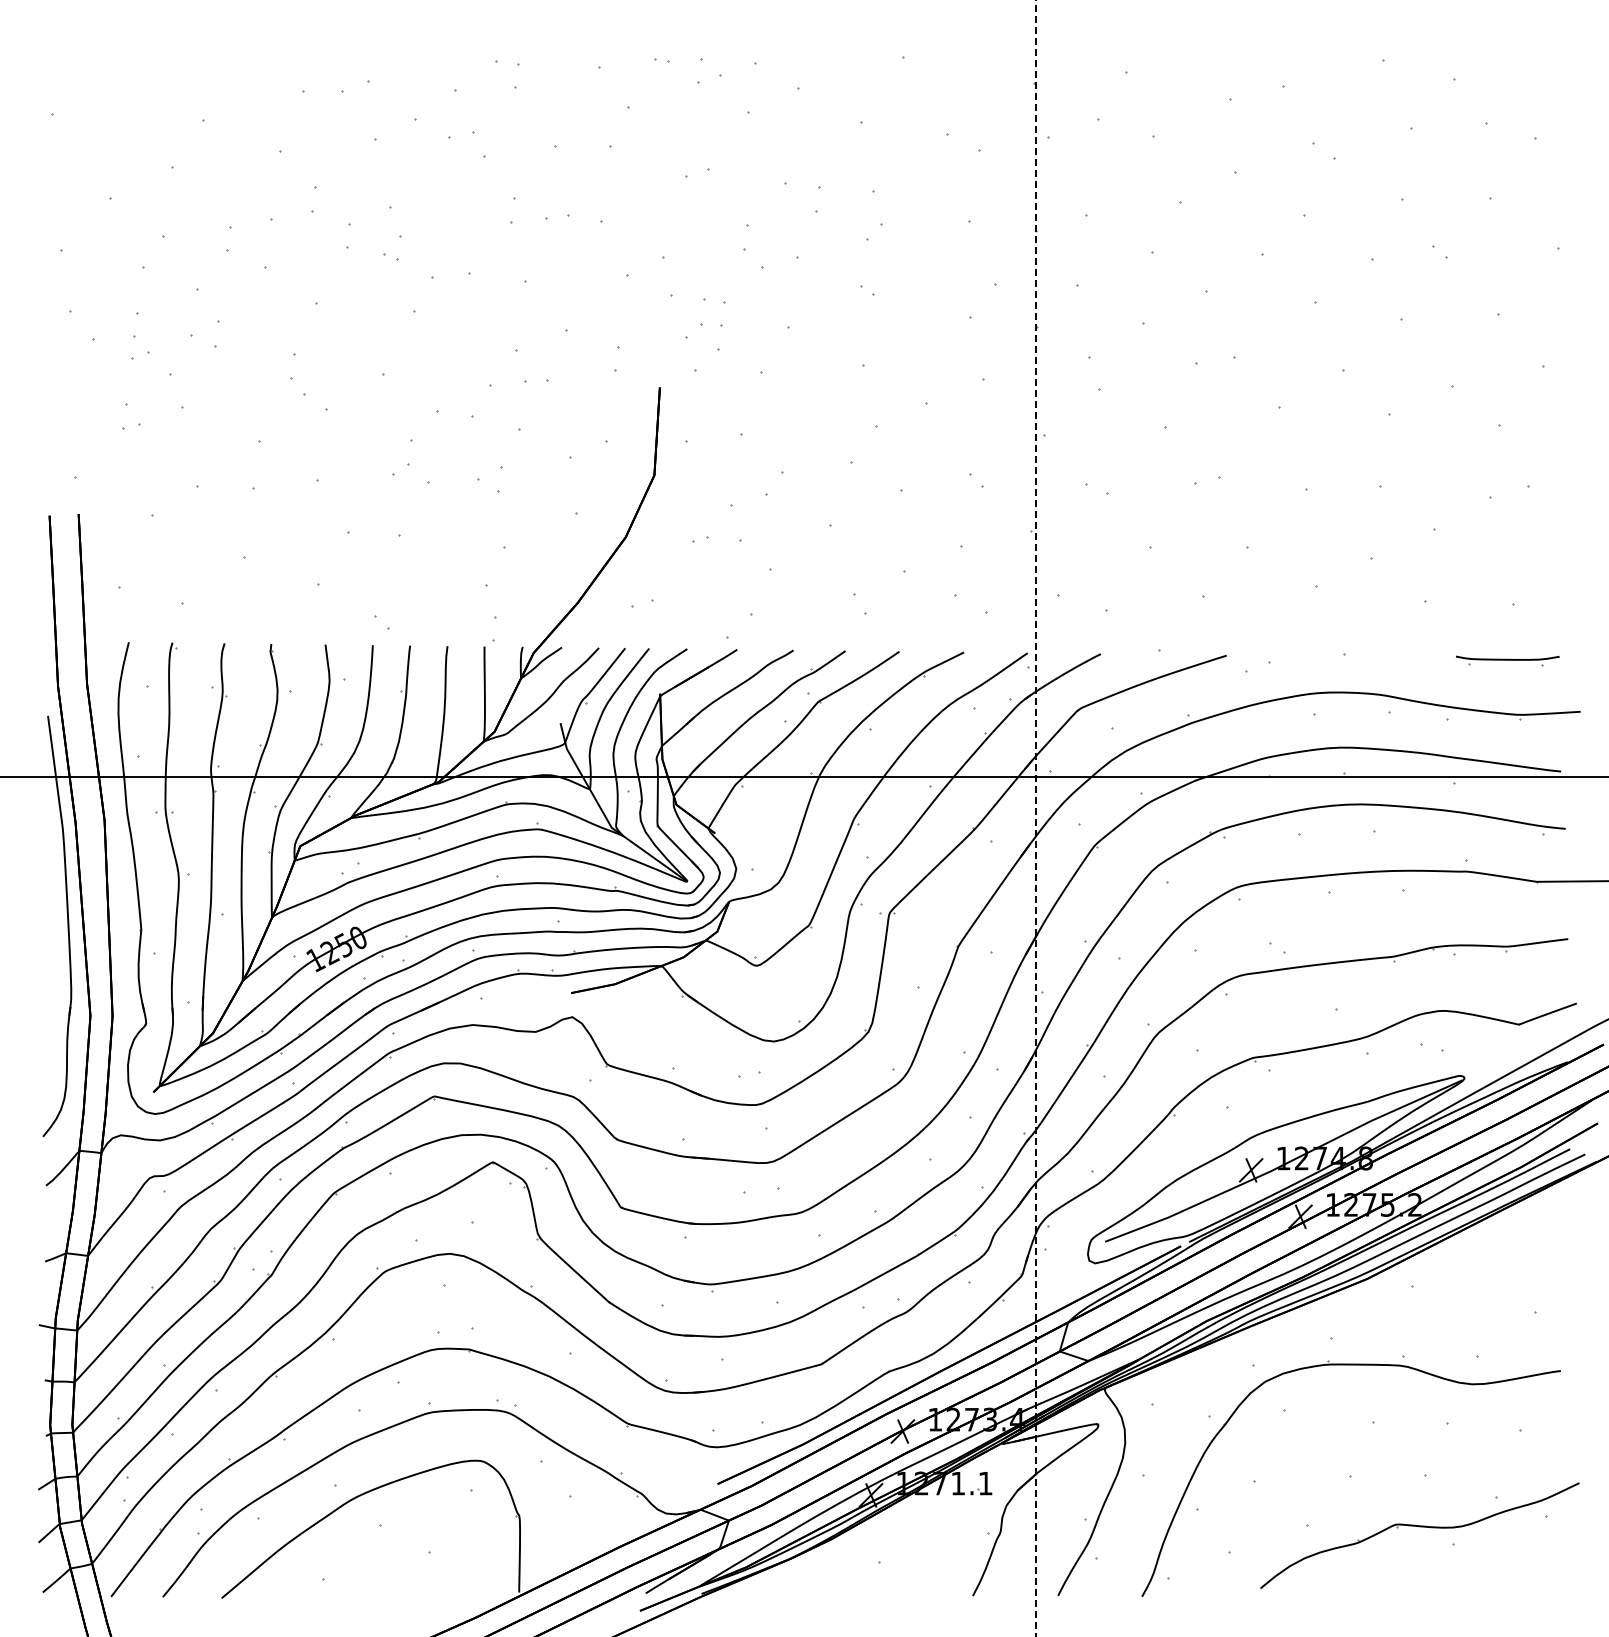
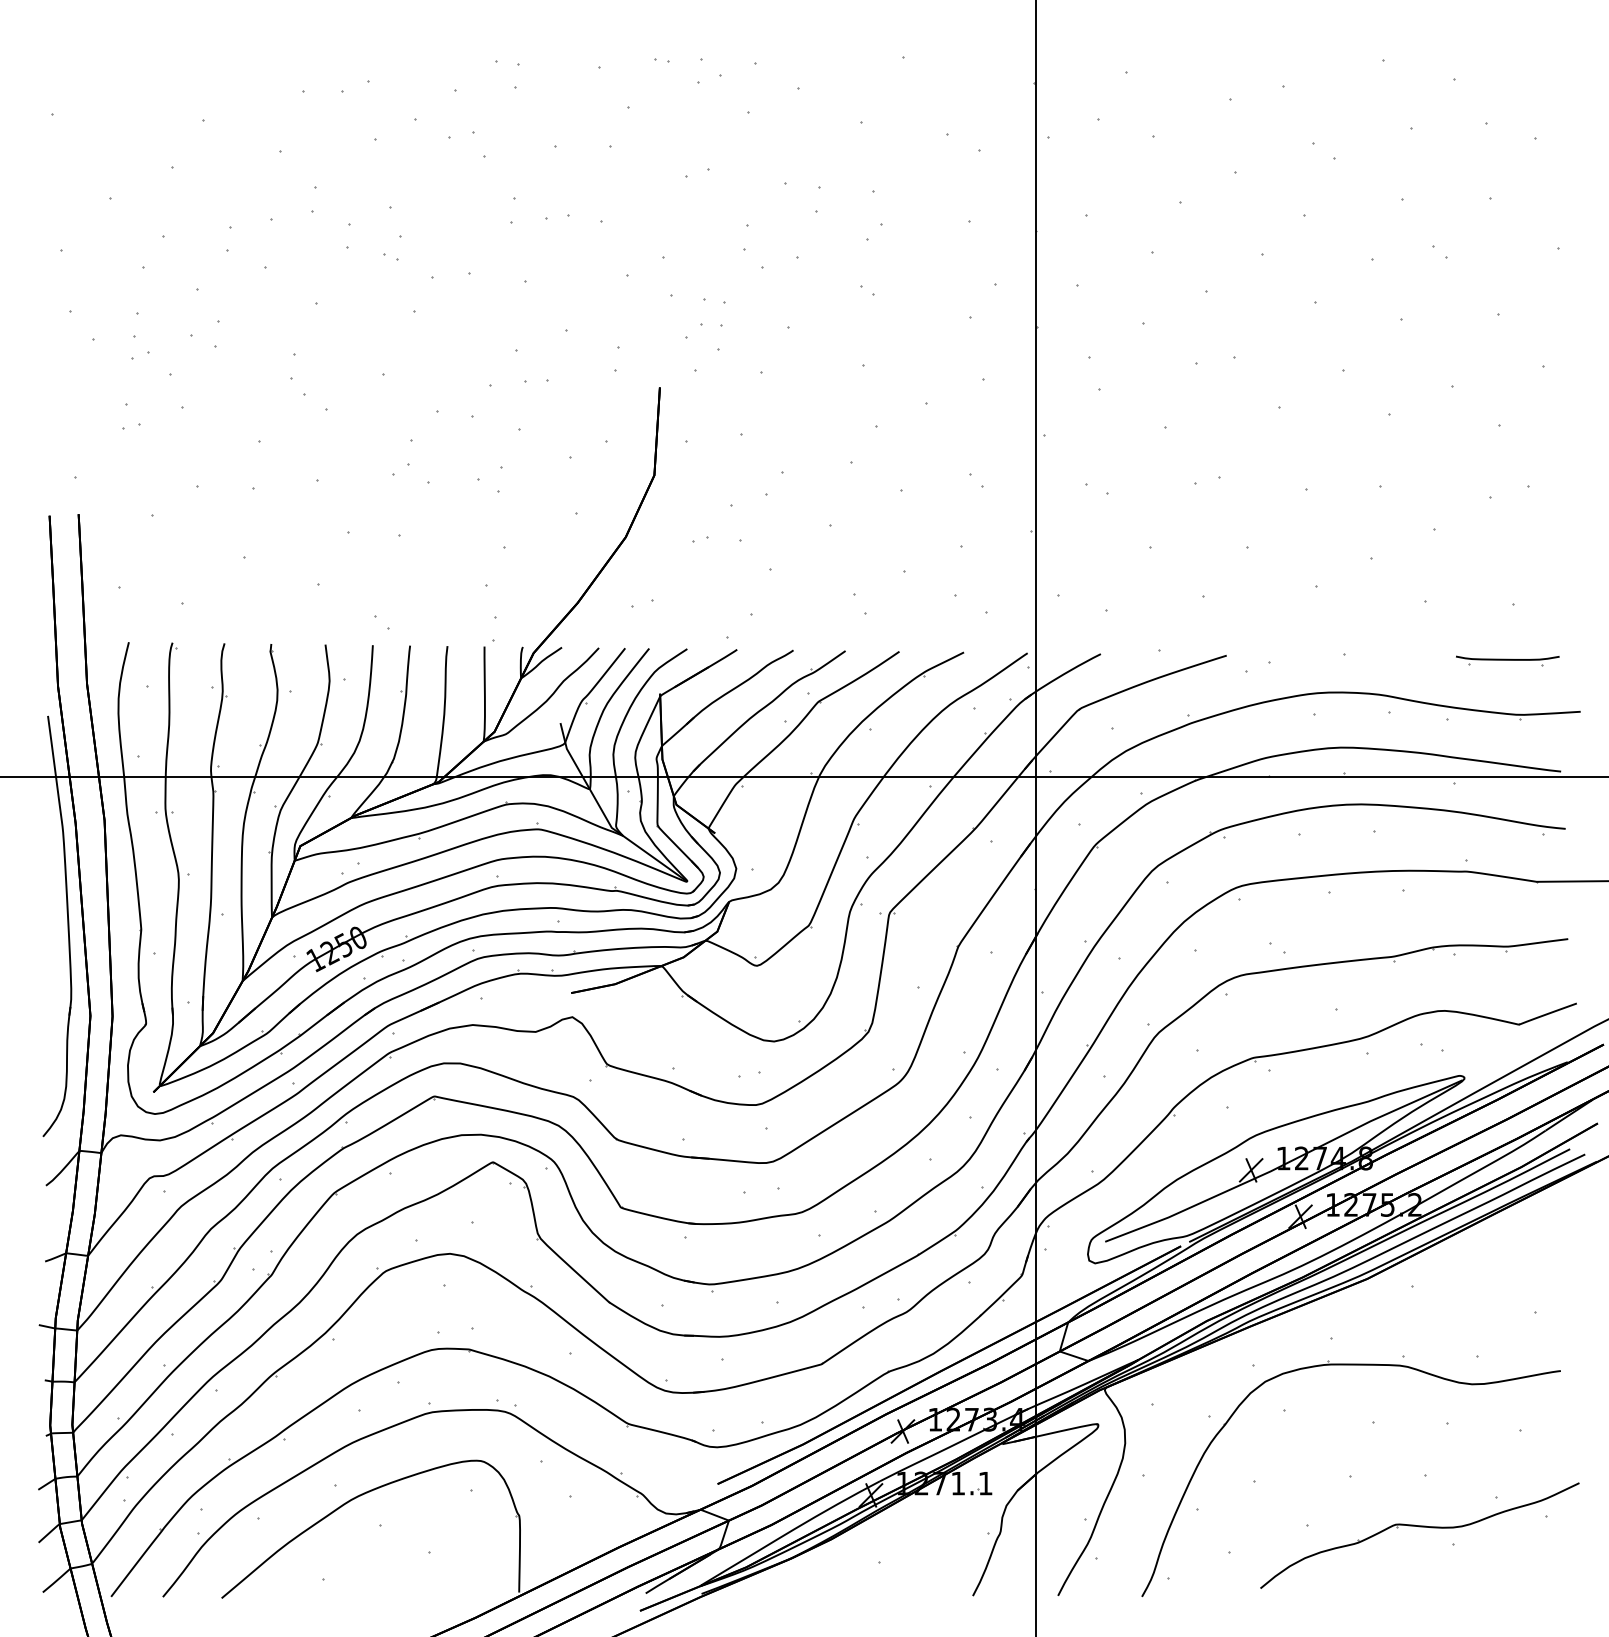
line at (1035, 817): dashed -> solid
